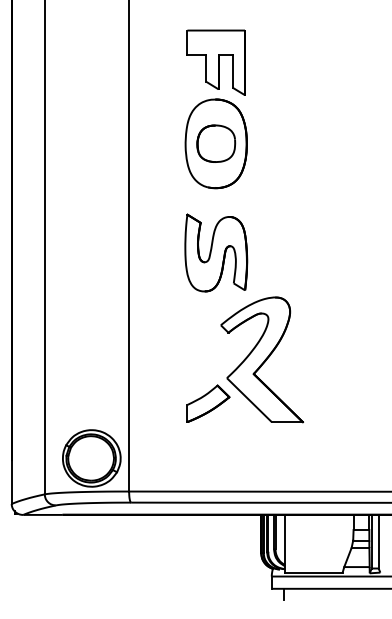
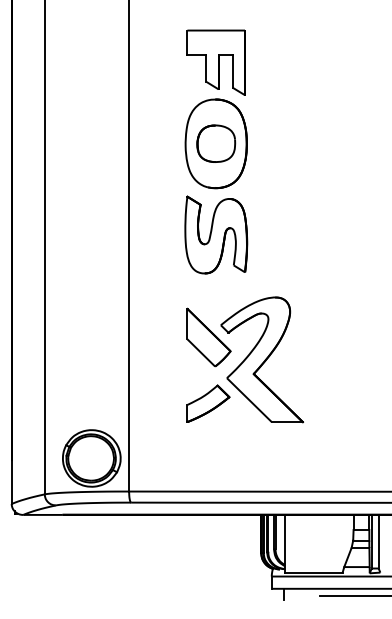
part at (216, 252) position: (216, 252) -> (216, 234)
part at (208, 337): none -> present
line at (354, 596): none -> present
